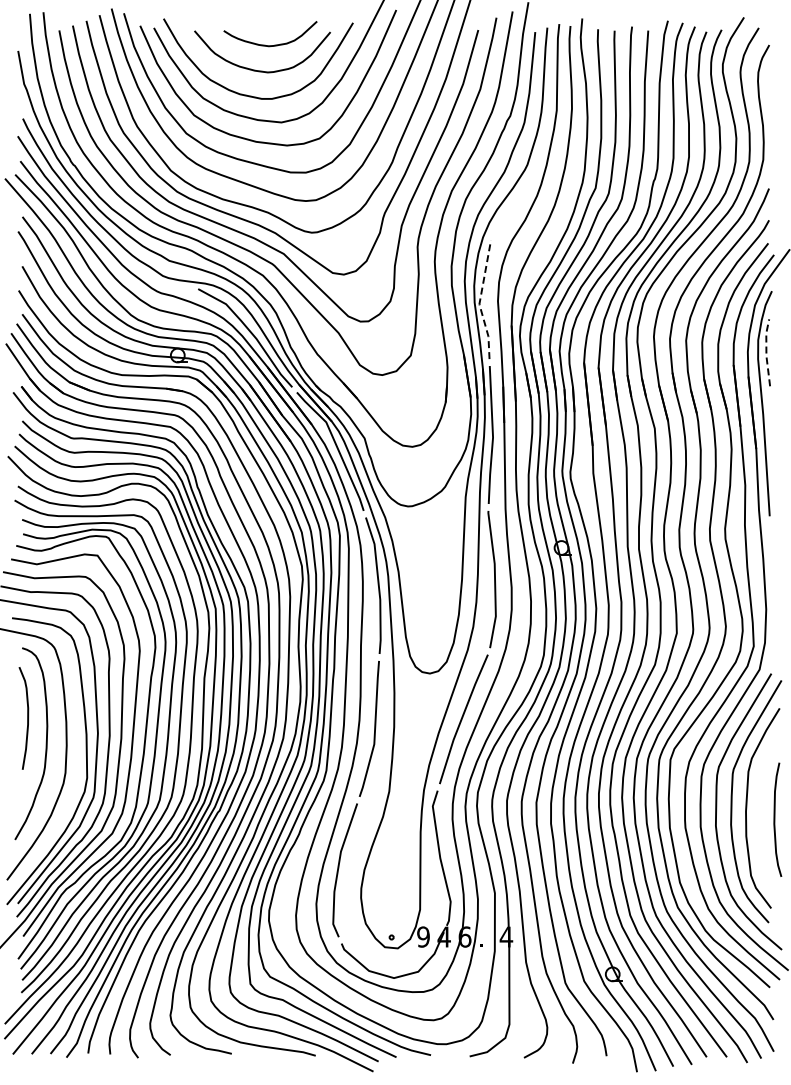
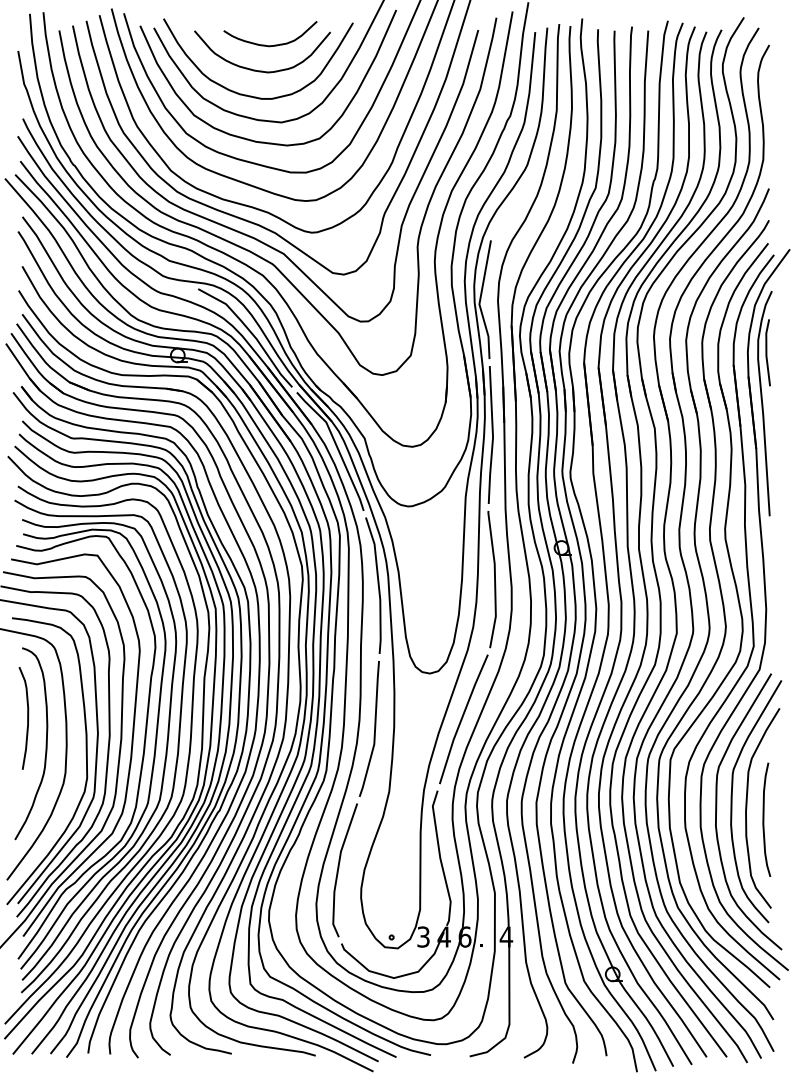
line at (480, 300): dashed -> solid
line at (766, 351): dashed -> solid
curve at (775, 819) position: (775, 819) -> (764, 819)
text at (423, 936): 9 -> 3
